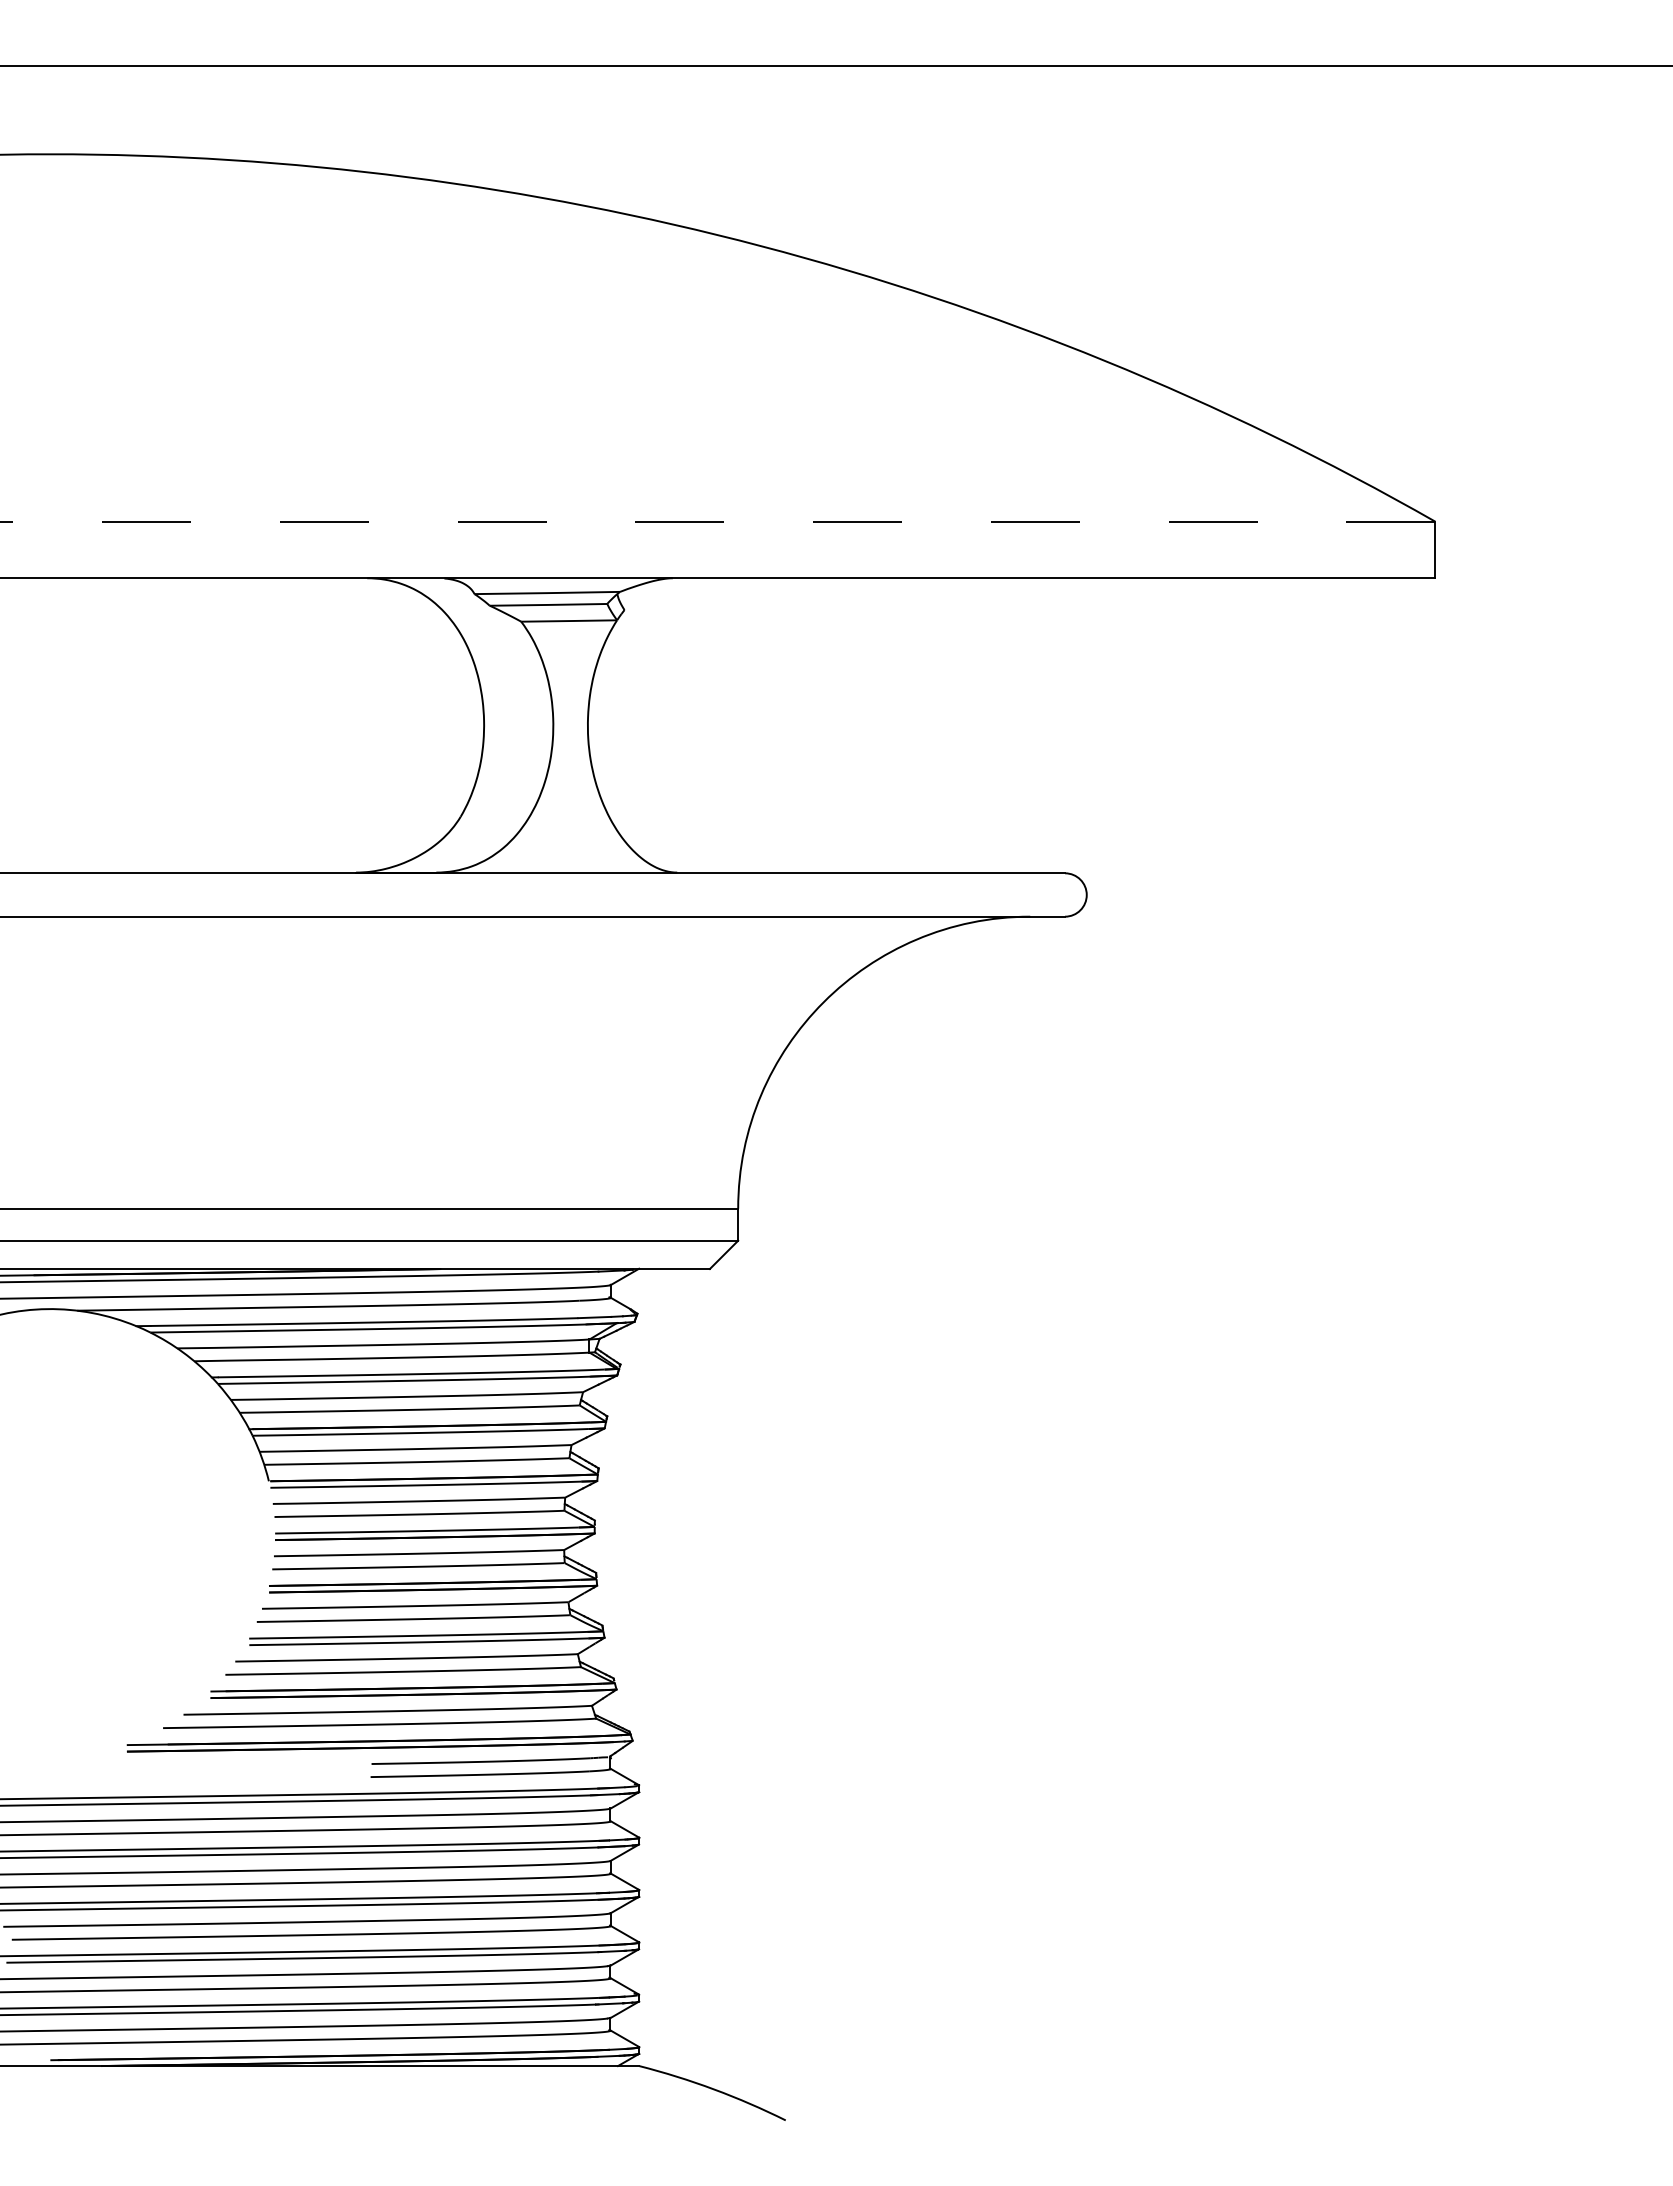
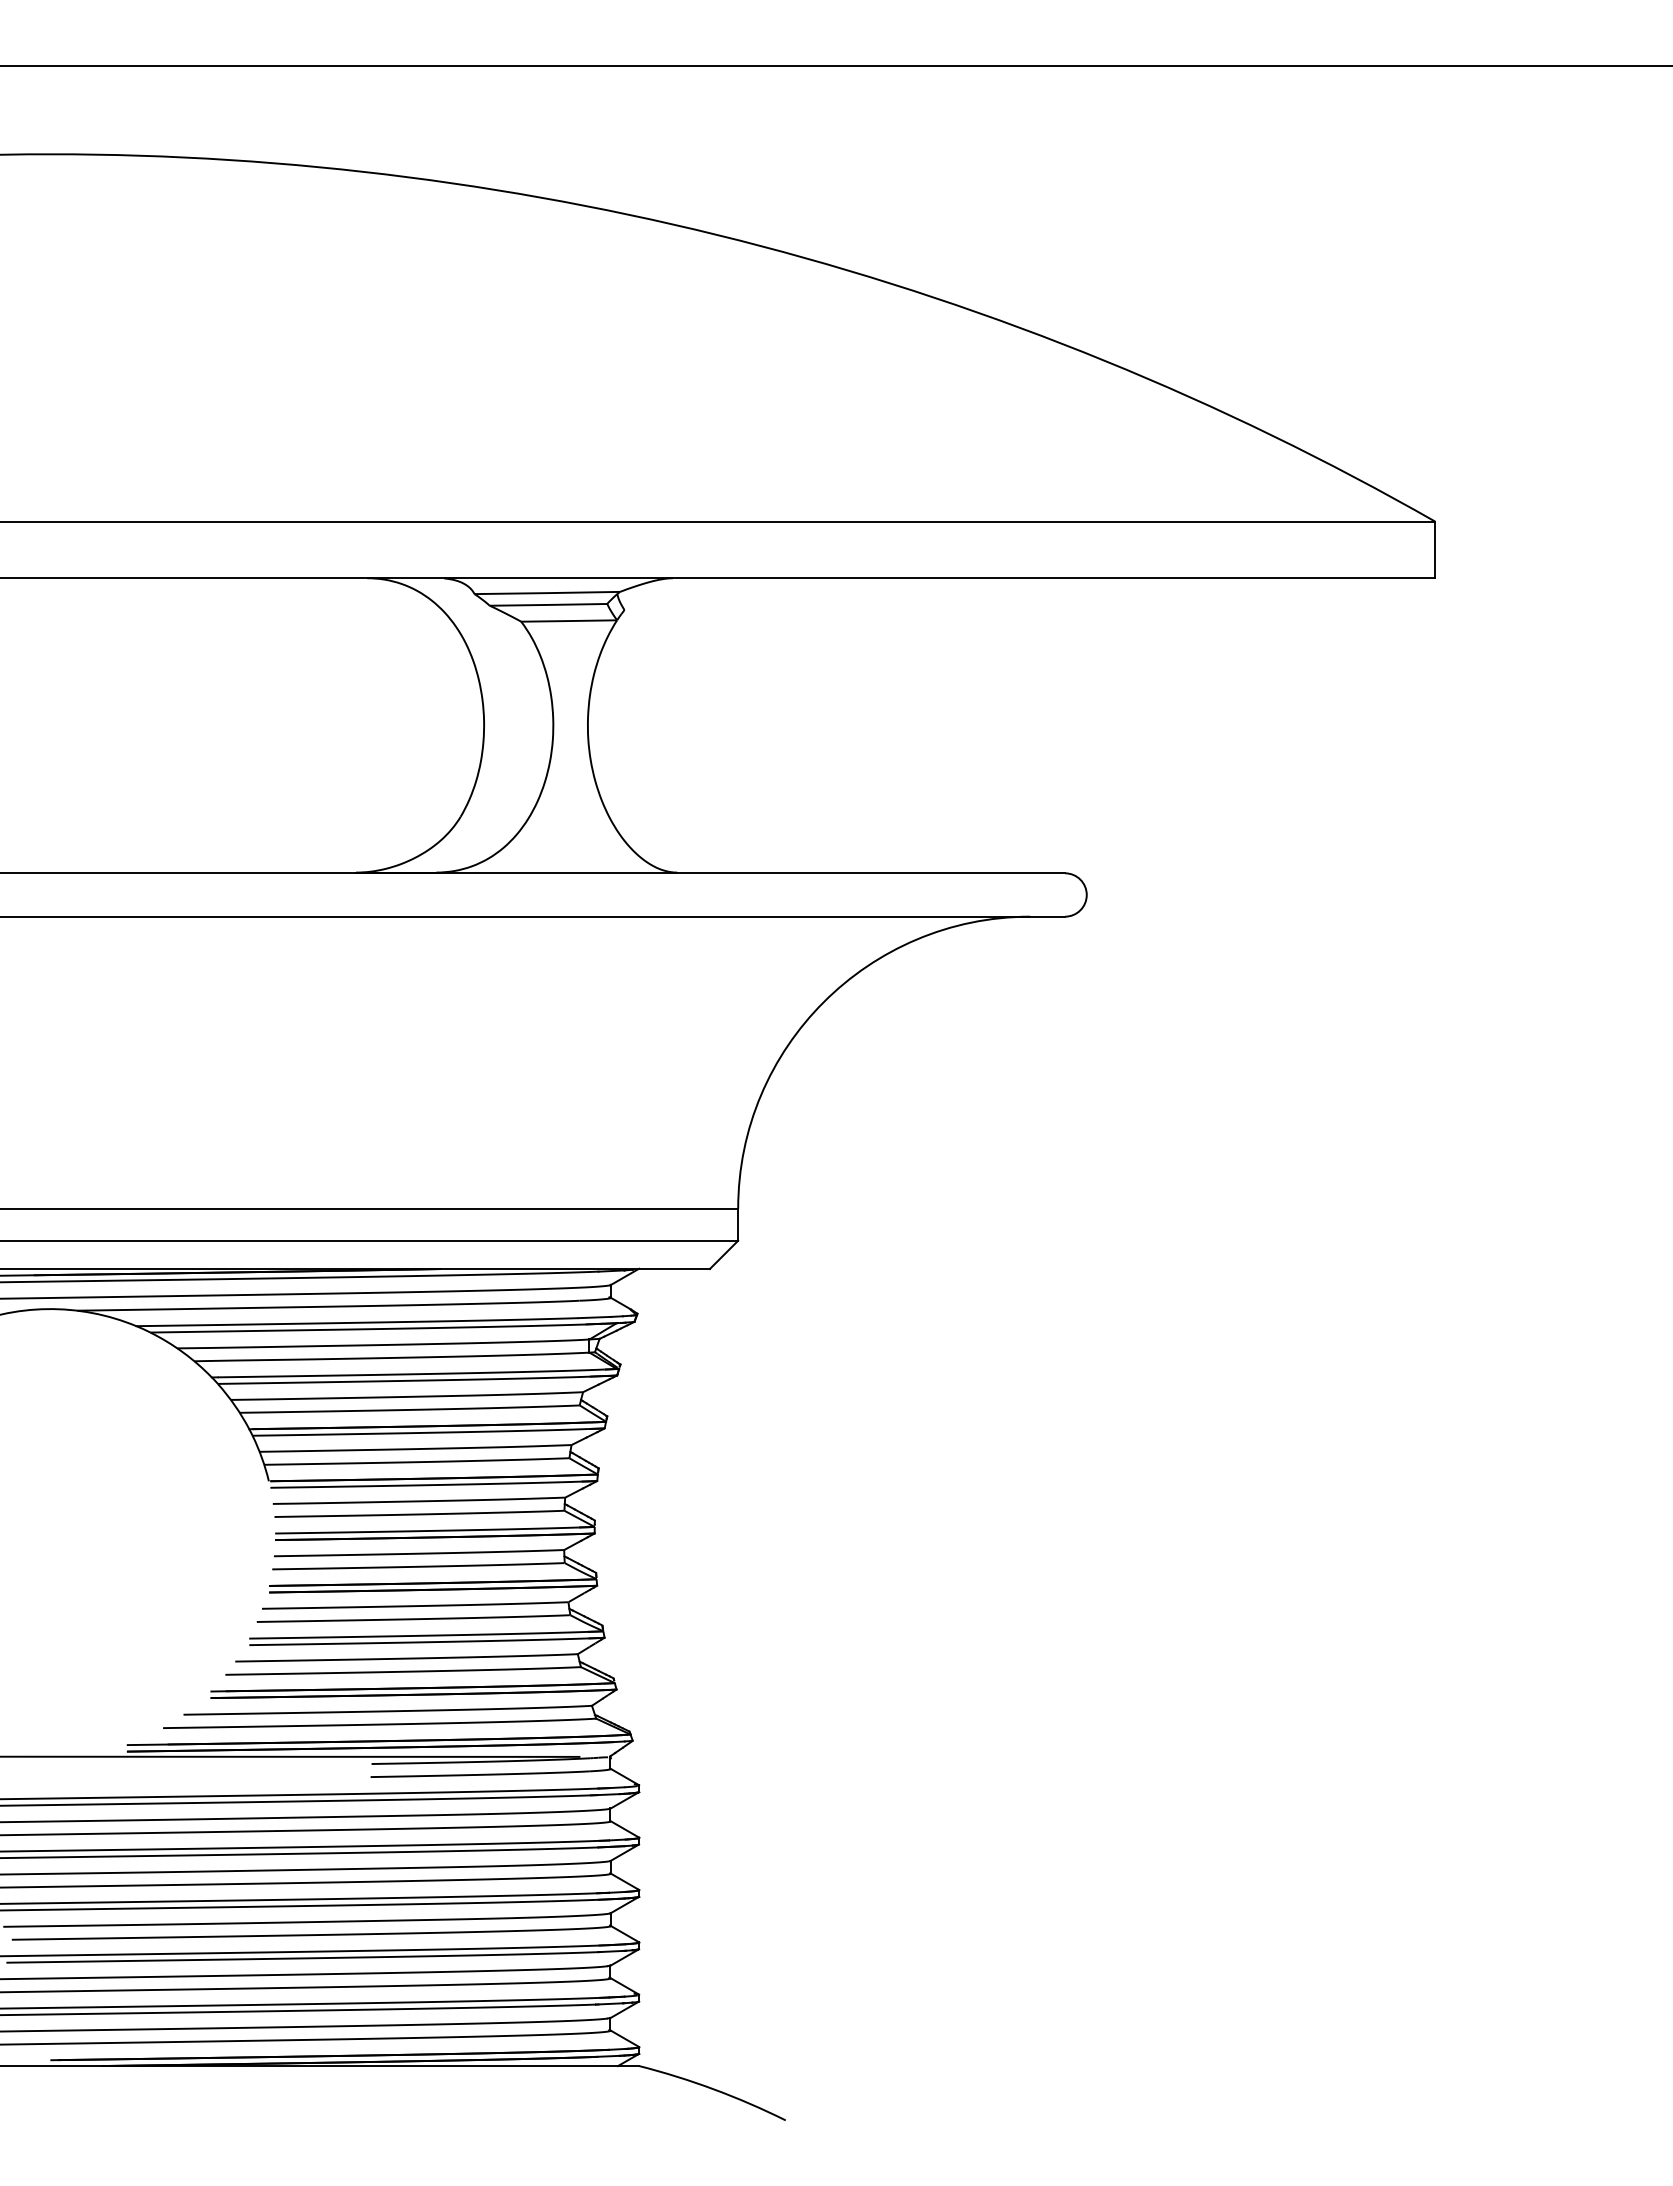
line at (717, 521): dashed -> solid
line at (290, 1756): none -> present
